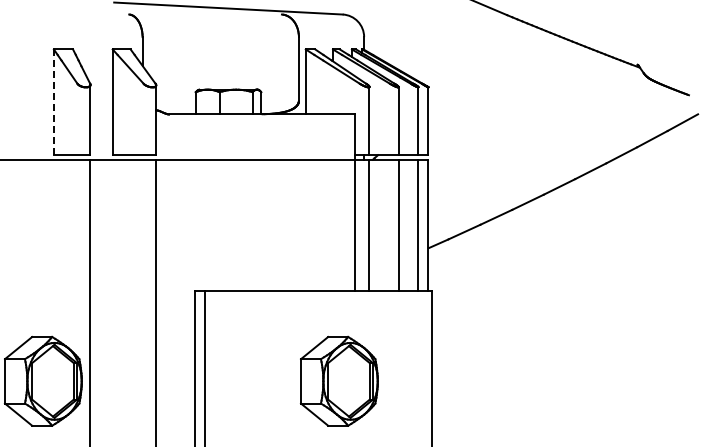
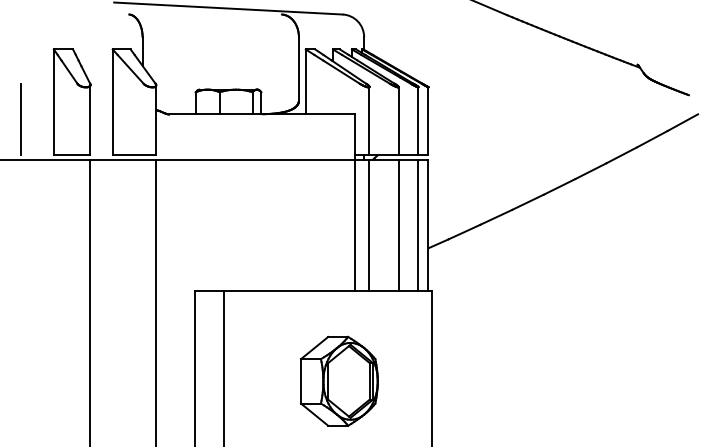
line at (53, 102): dashed -> solid
line at (21, 119): none -> present
line at (205, 366) position: (205, 366) -> (224, 366)
part at (43, 380): present -> none
